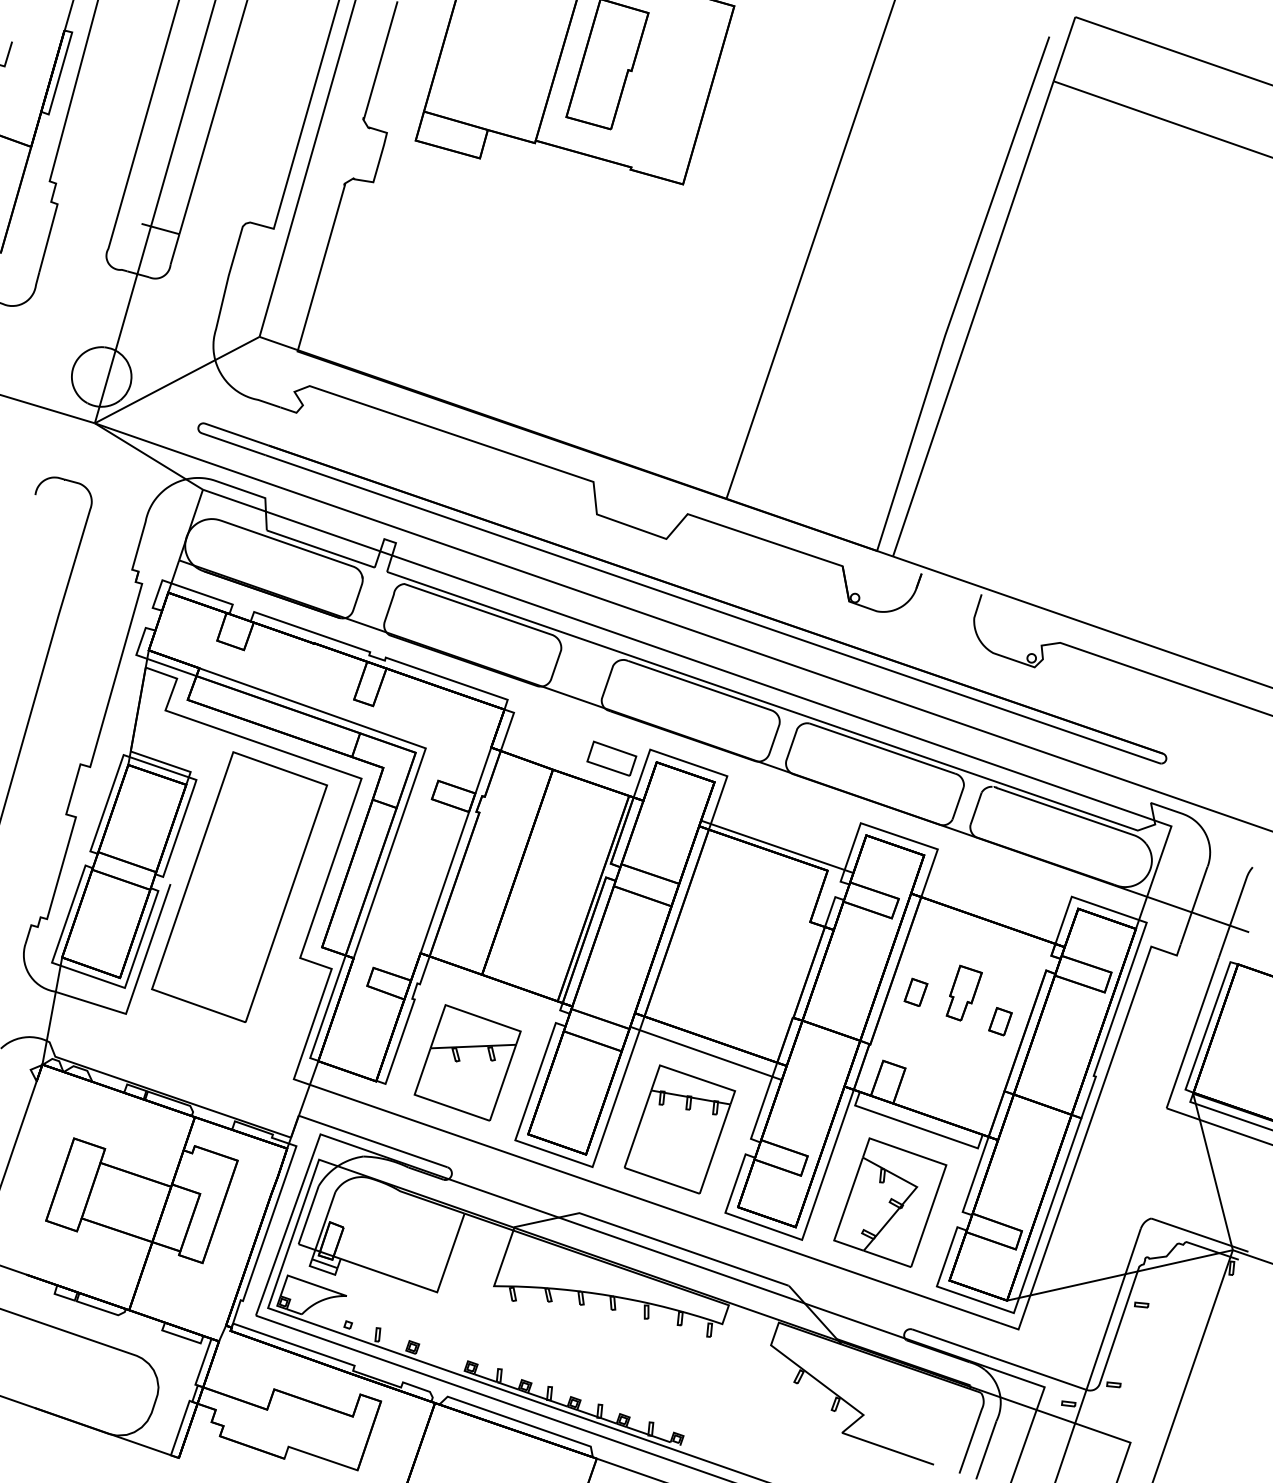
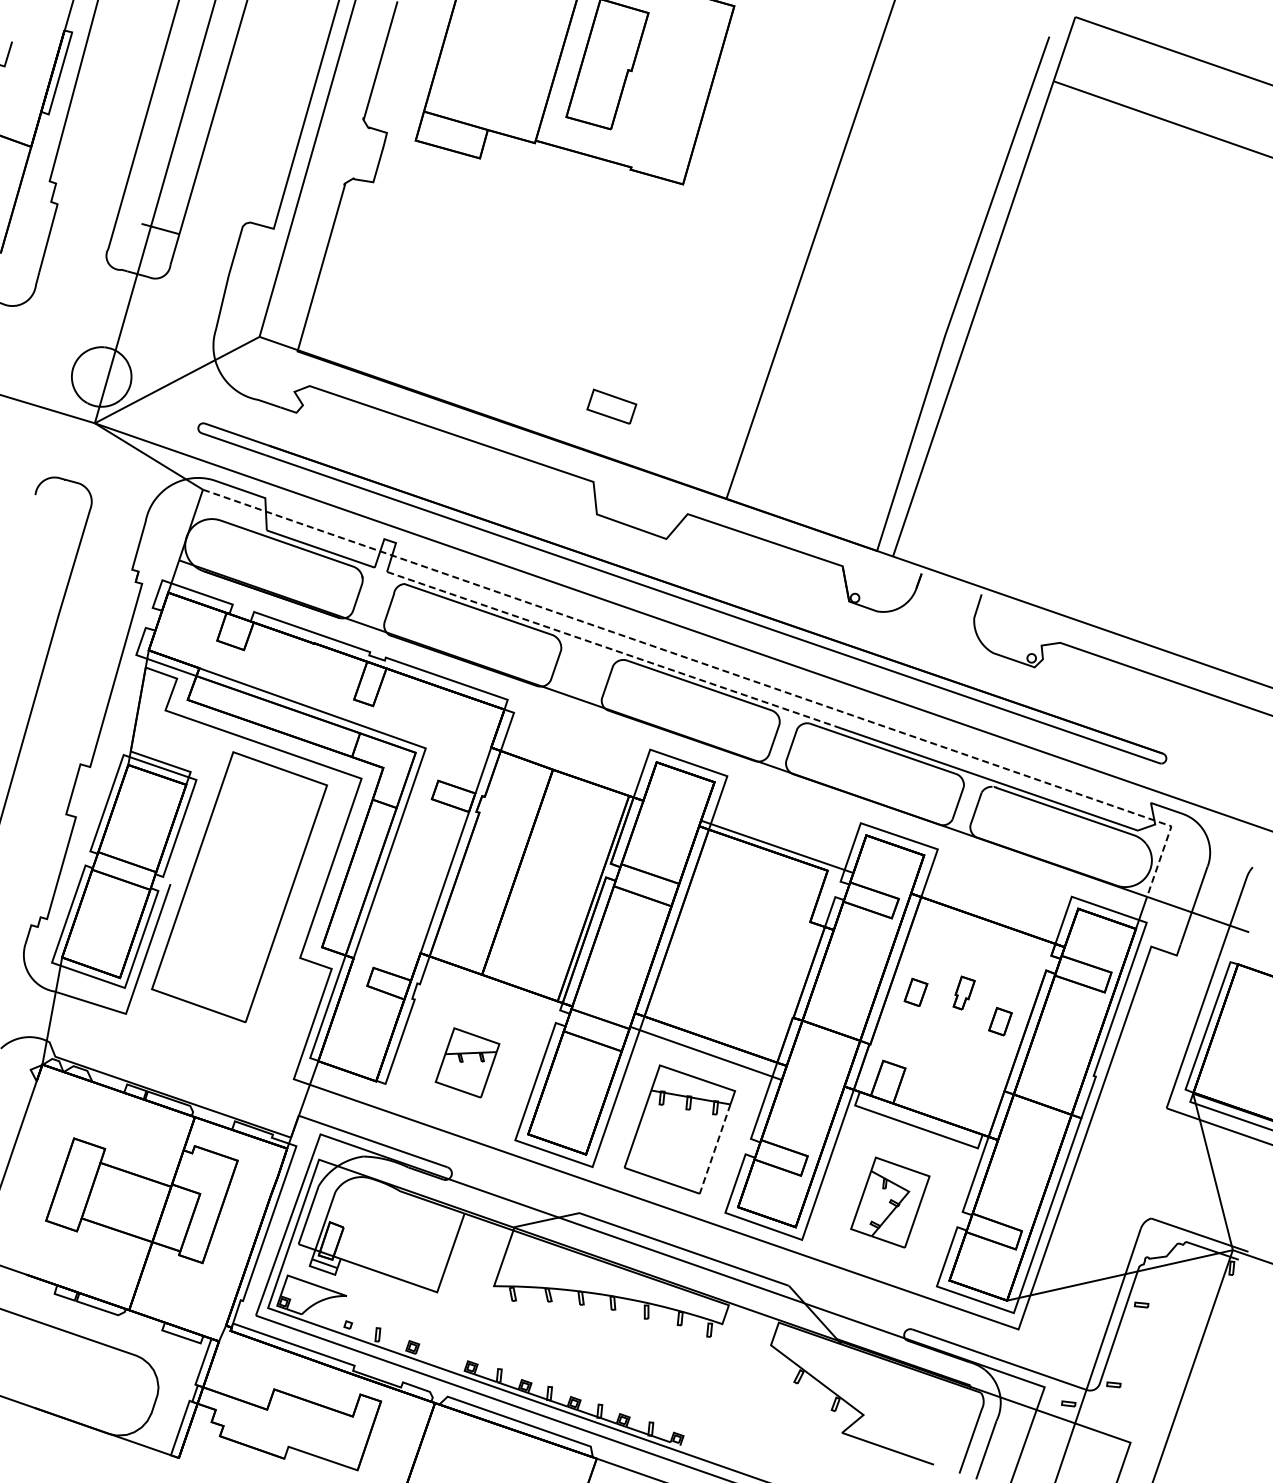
line at (613, 649): solid -> dashed
line at (723, 670): solid -> dashed
part at (611, 758) position: (611, 758) -> (611, 406)
part at (963, 992) size: 38x58 px -> 24x36 px
part at (467, 1062) size: 109x118 px -> 67x72 px
line at (714, 1149): solid -> dashed
part at (890, 1202) size: 115x131 px -> 81x93 px
